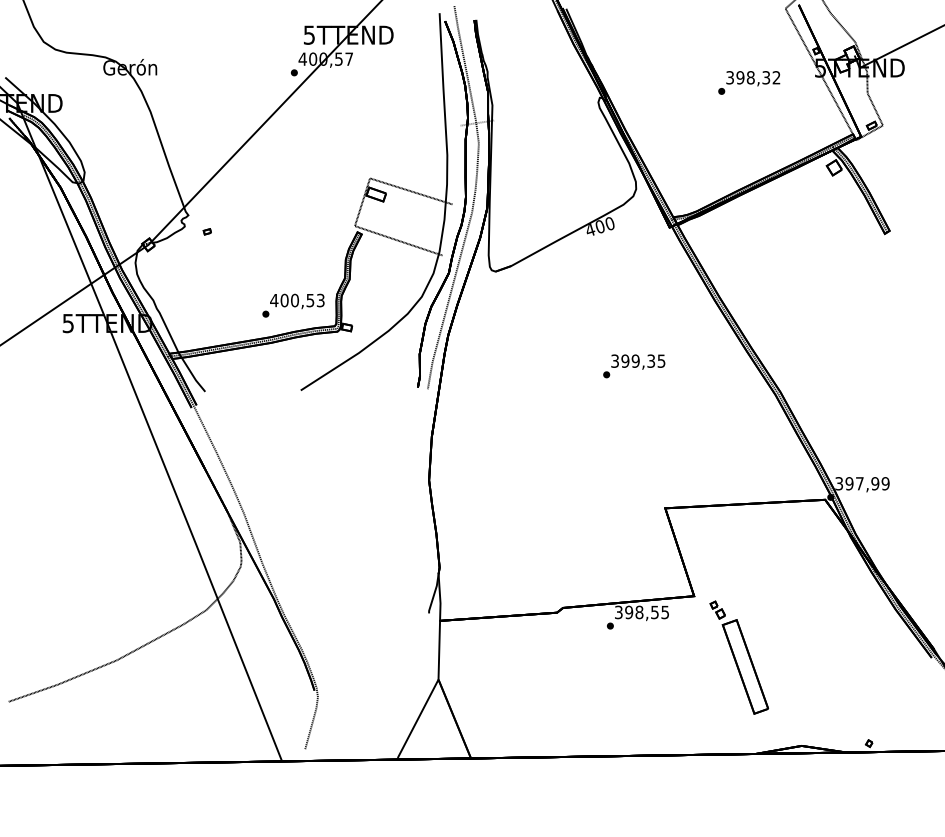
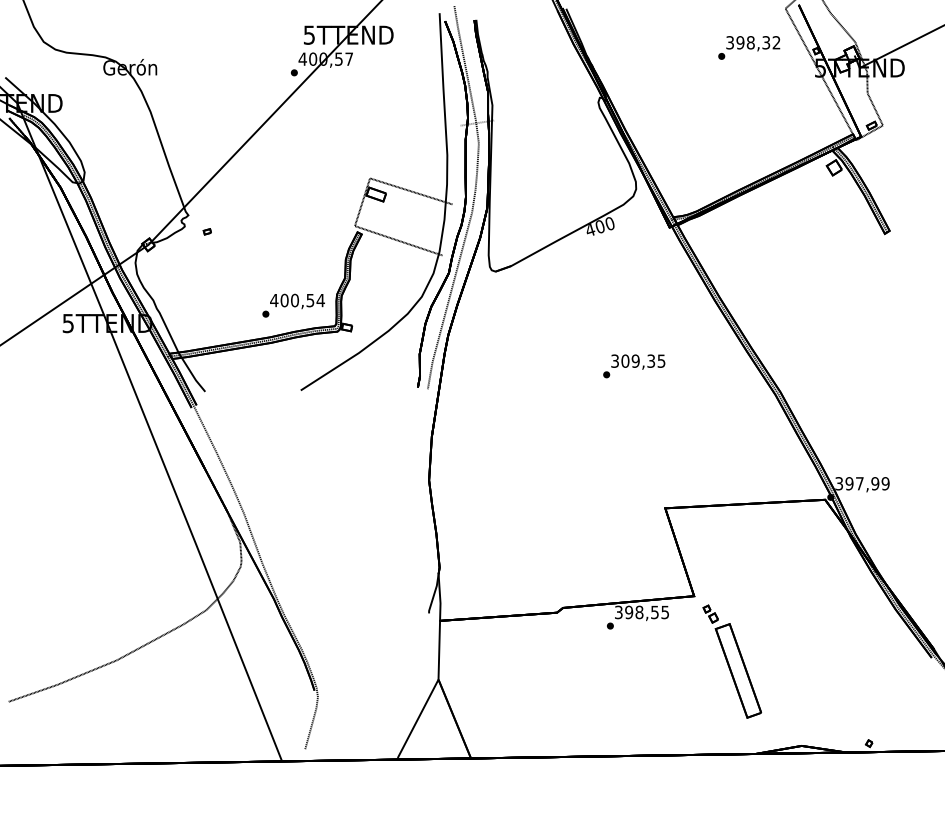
text at (749, 82) position: (749, 82) -> (749, 47)
text at (320, 300): 400,53 -> 400,54
text at (625, 360): 399,35 -> 309,35
part at (738, 657) position: (738, 657) -> (731, 661)
